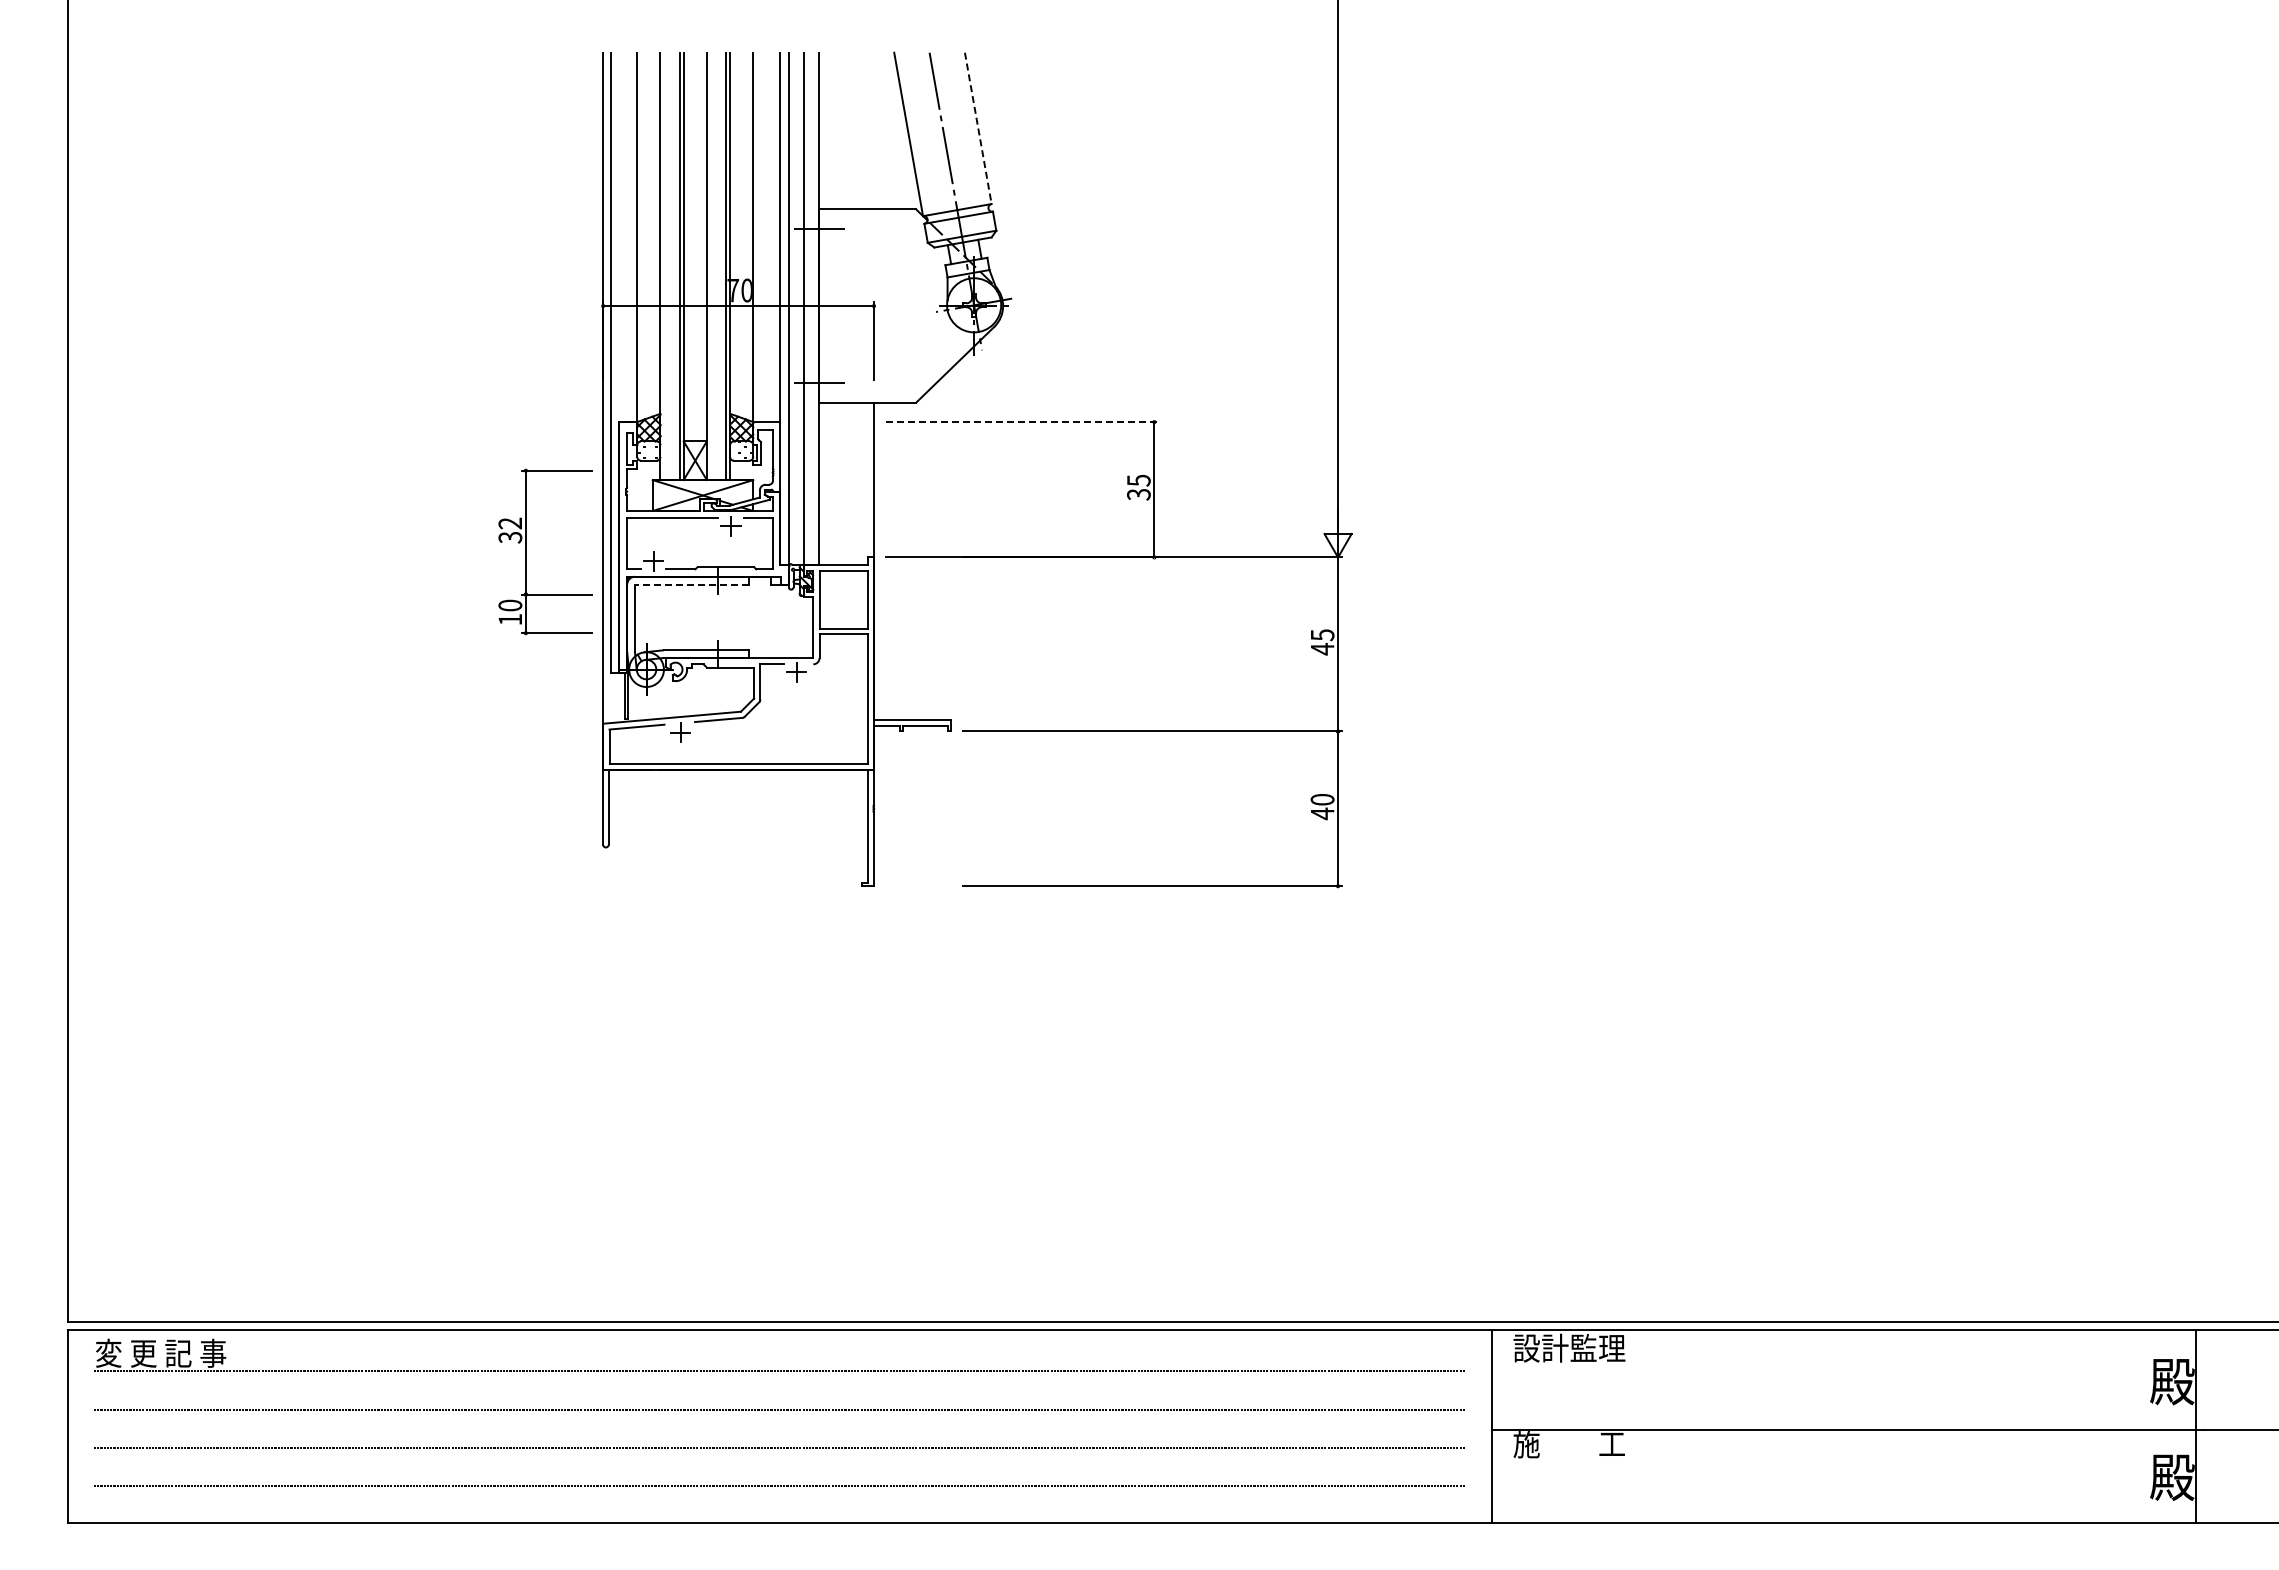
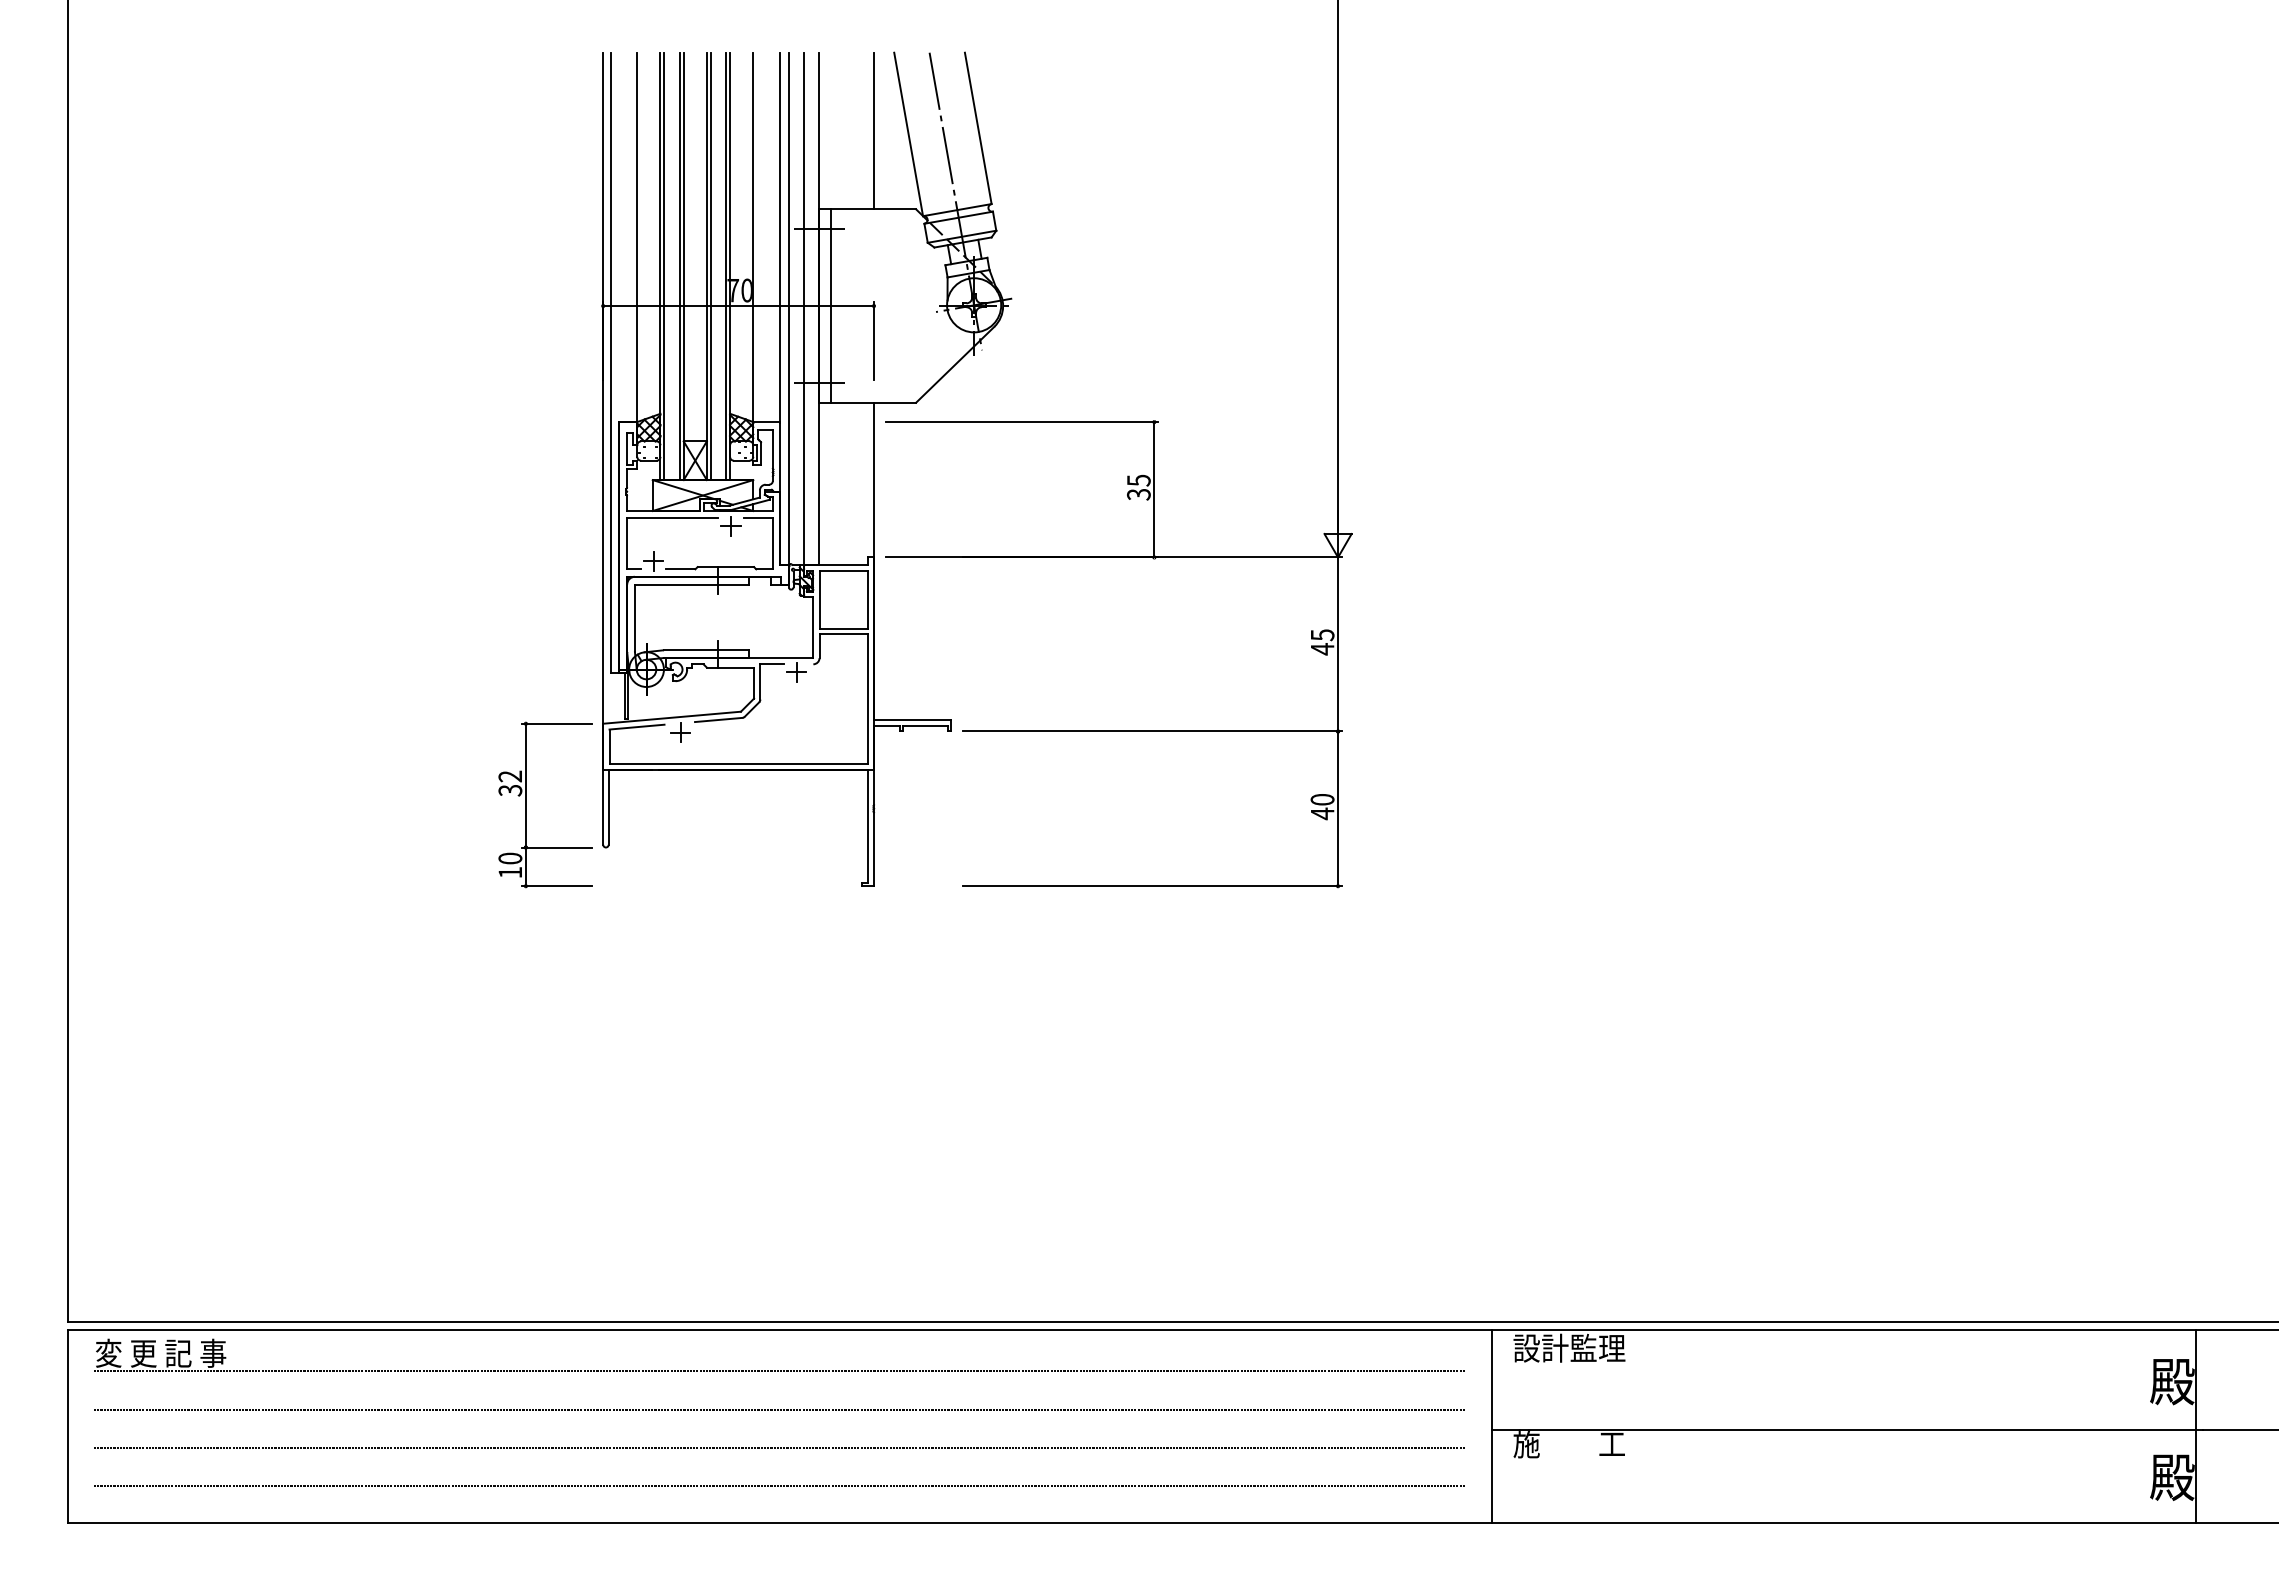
line at (978, 128): dashed -> solid
line at (873, 130): none -> present
line at (664, 266): none -> present
line at (710, 266): none -> present
line at (831, 305): none -> present
line at (1022, 422): dashed -> solid
part at (526, 551) position: (526, 551) -> (526, 804)
line at (691, 584): dashed -> solid
